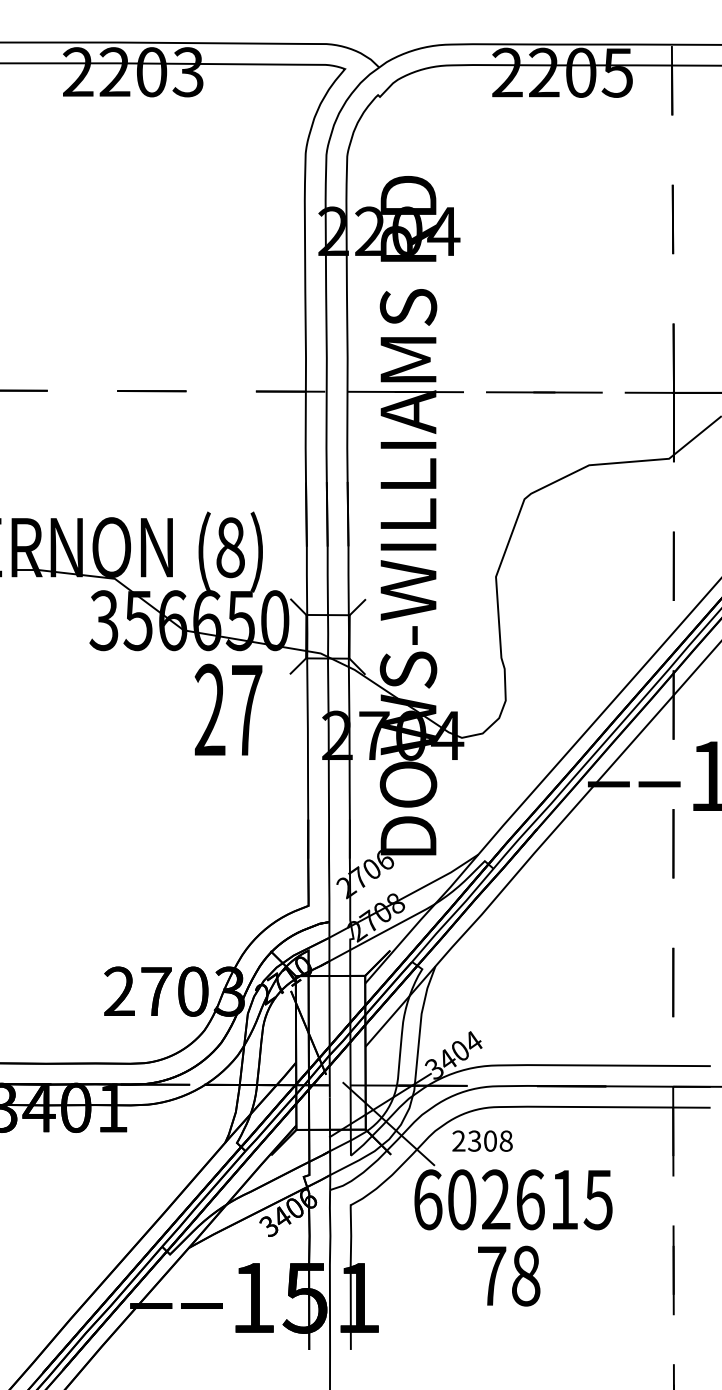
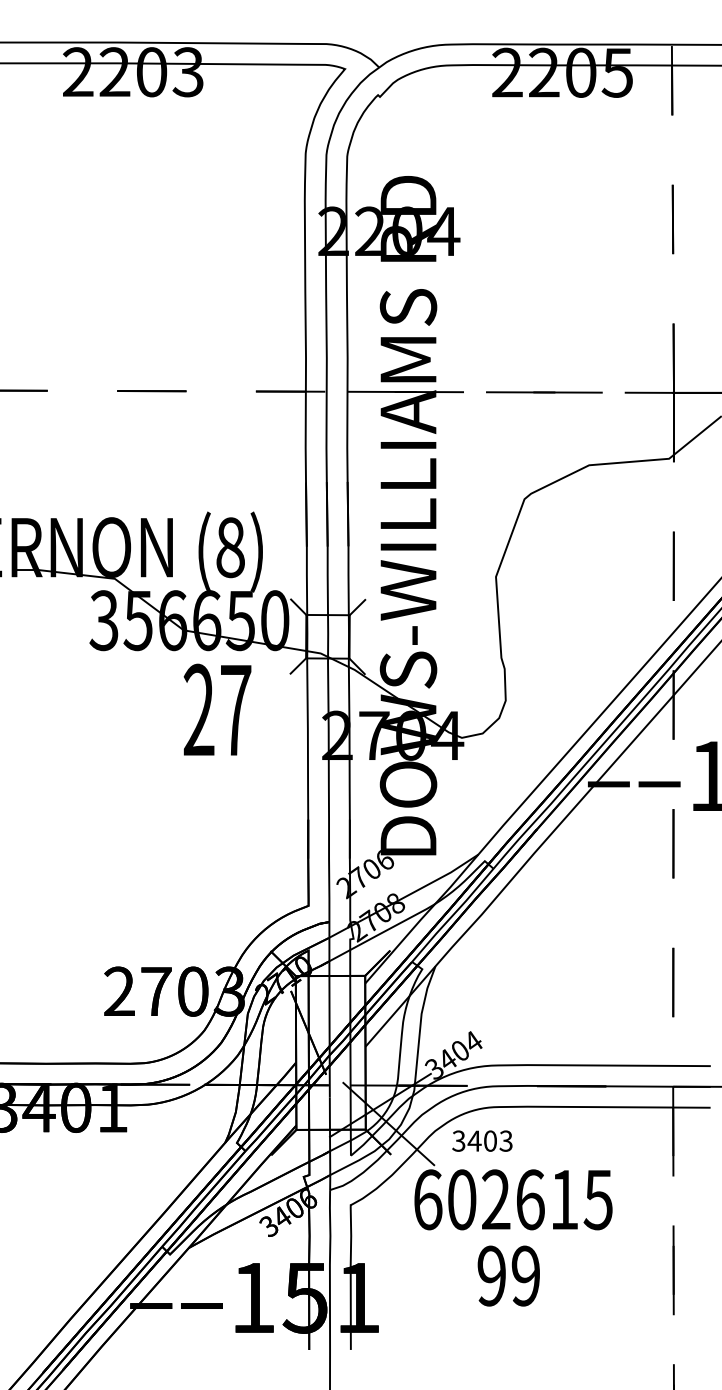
text at (228, 709) position: (228, 709) -> (217, 709)
text at (482, 1140): 2308 -> 3403
text at (508, 1275): 78 -> 99
